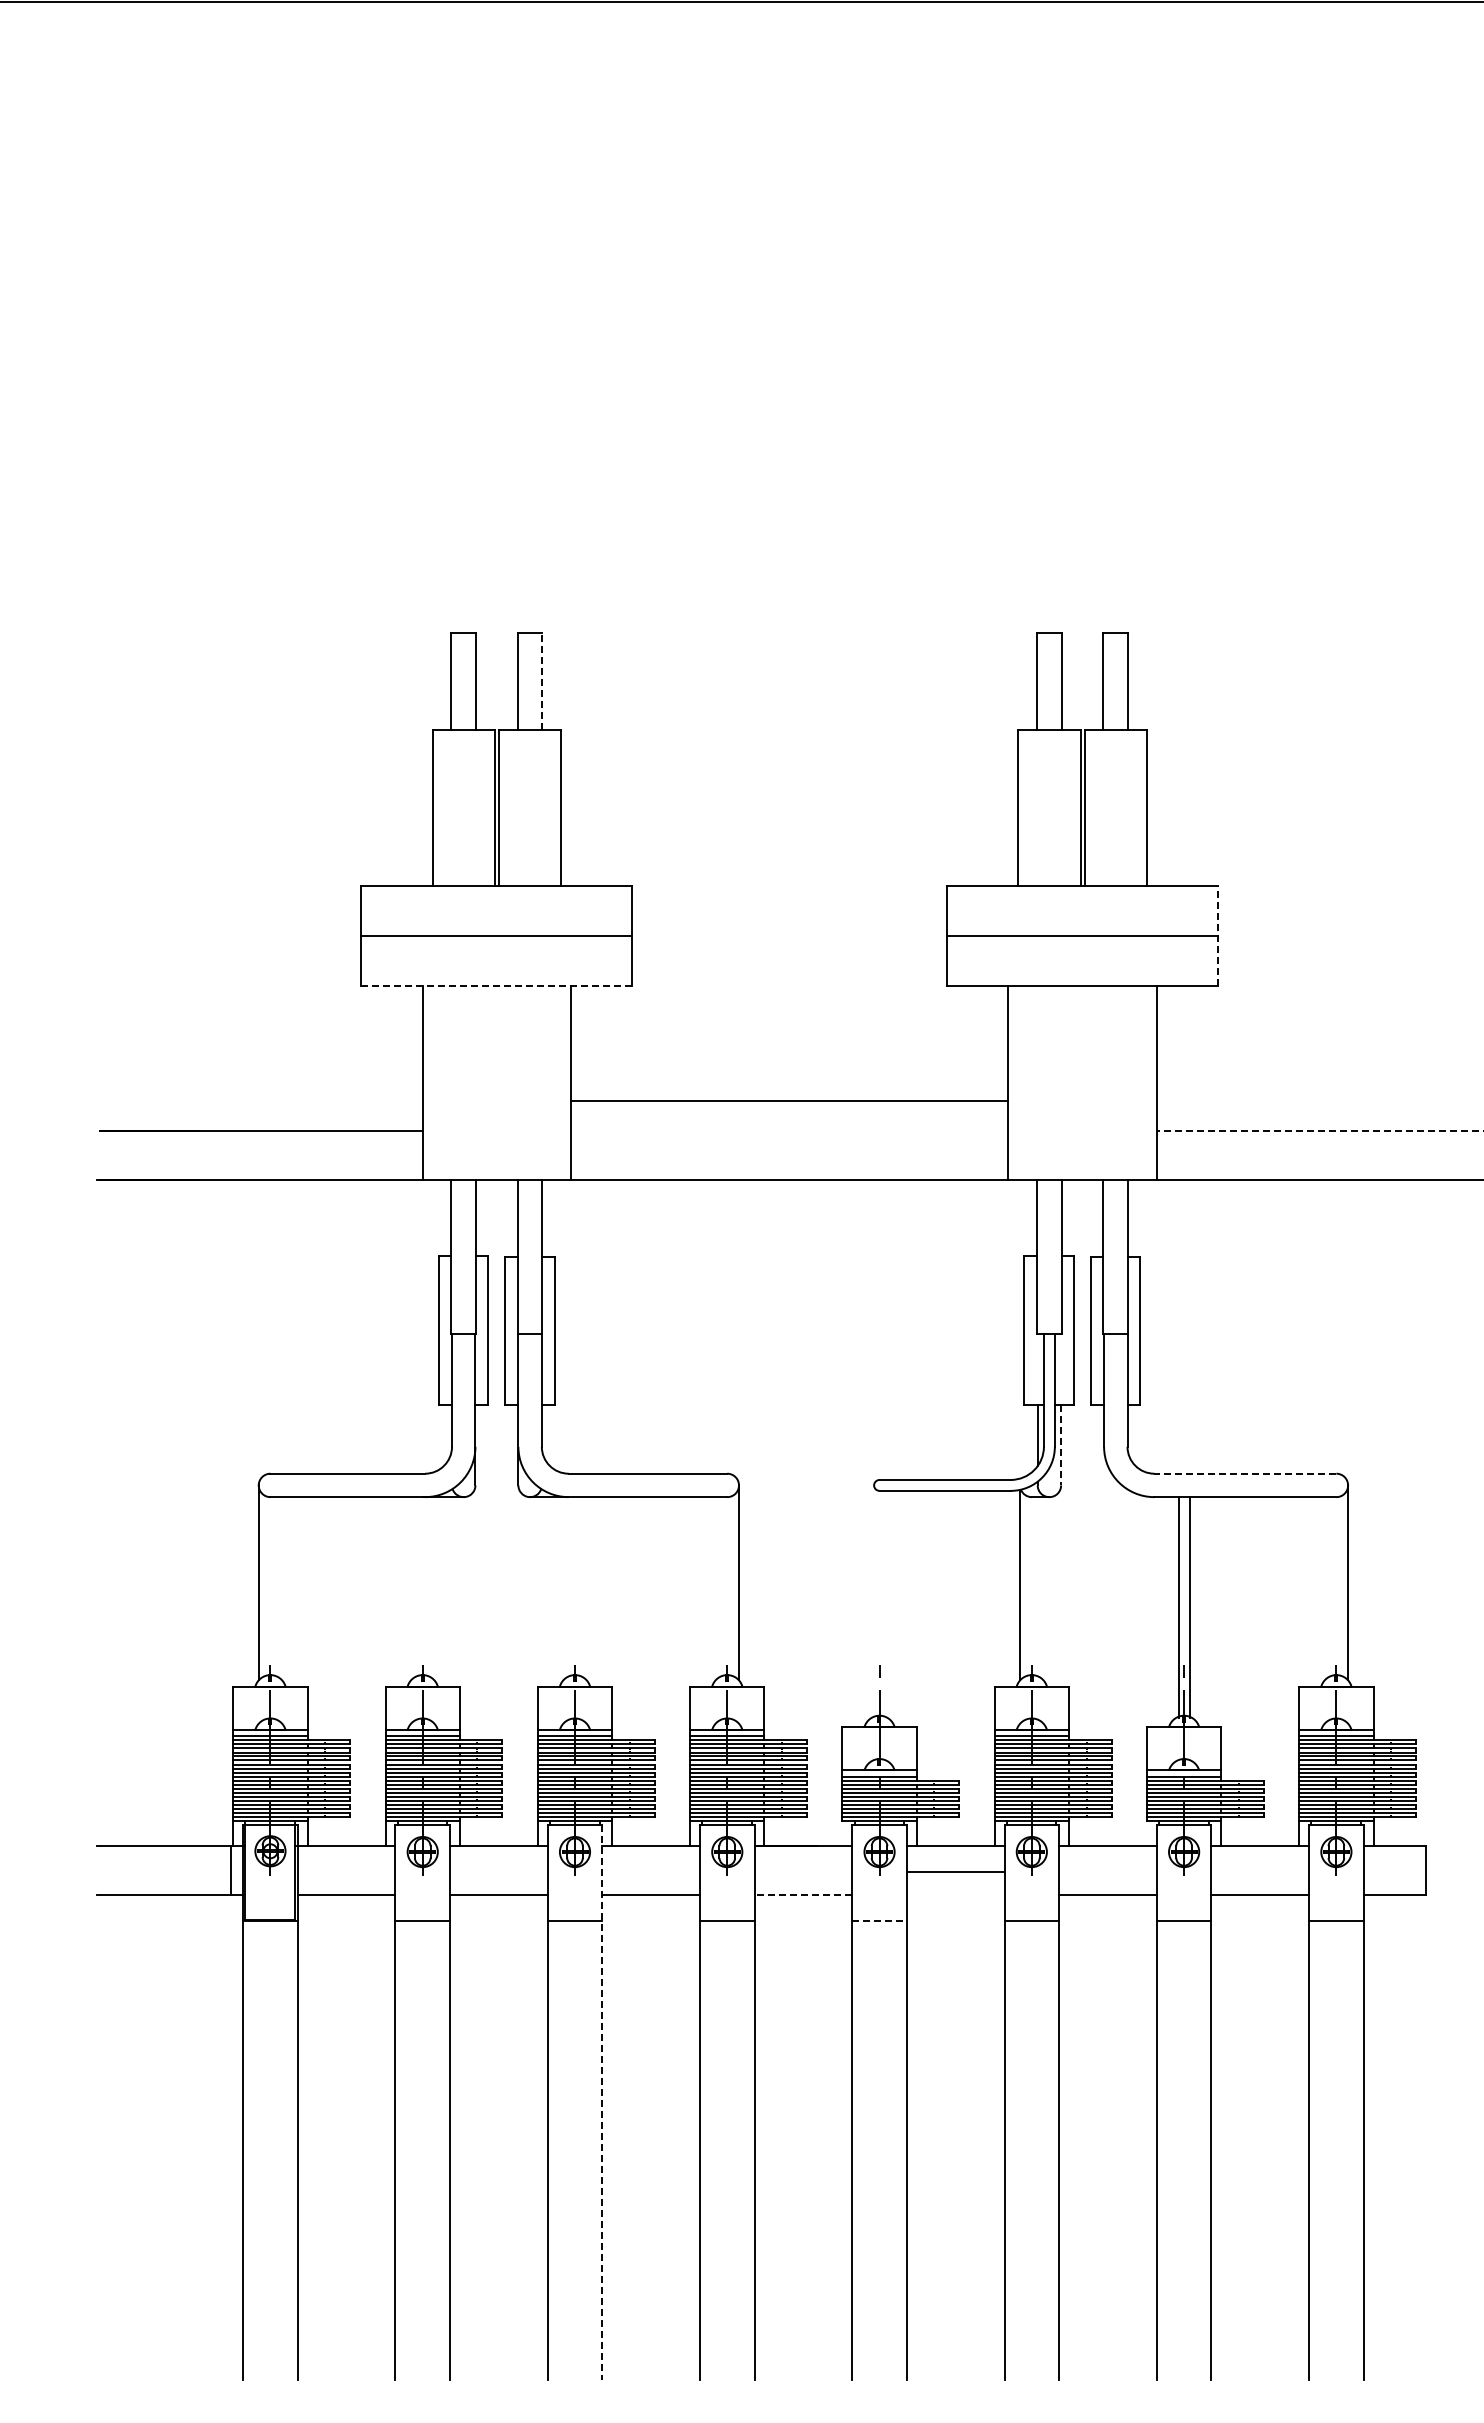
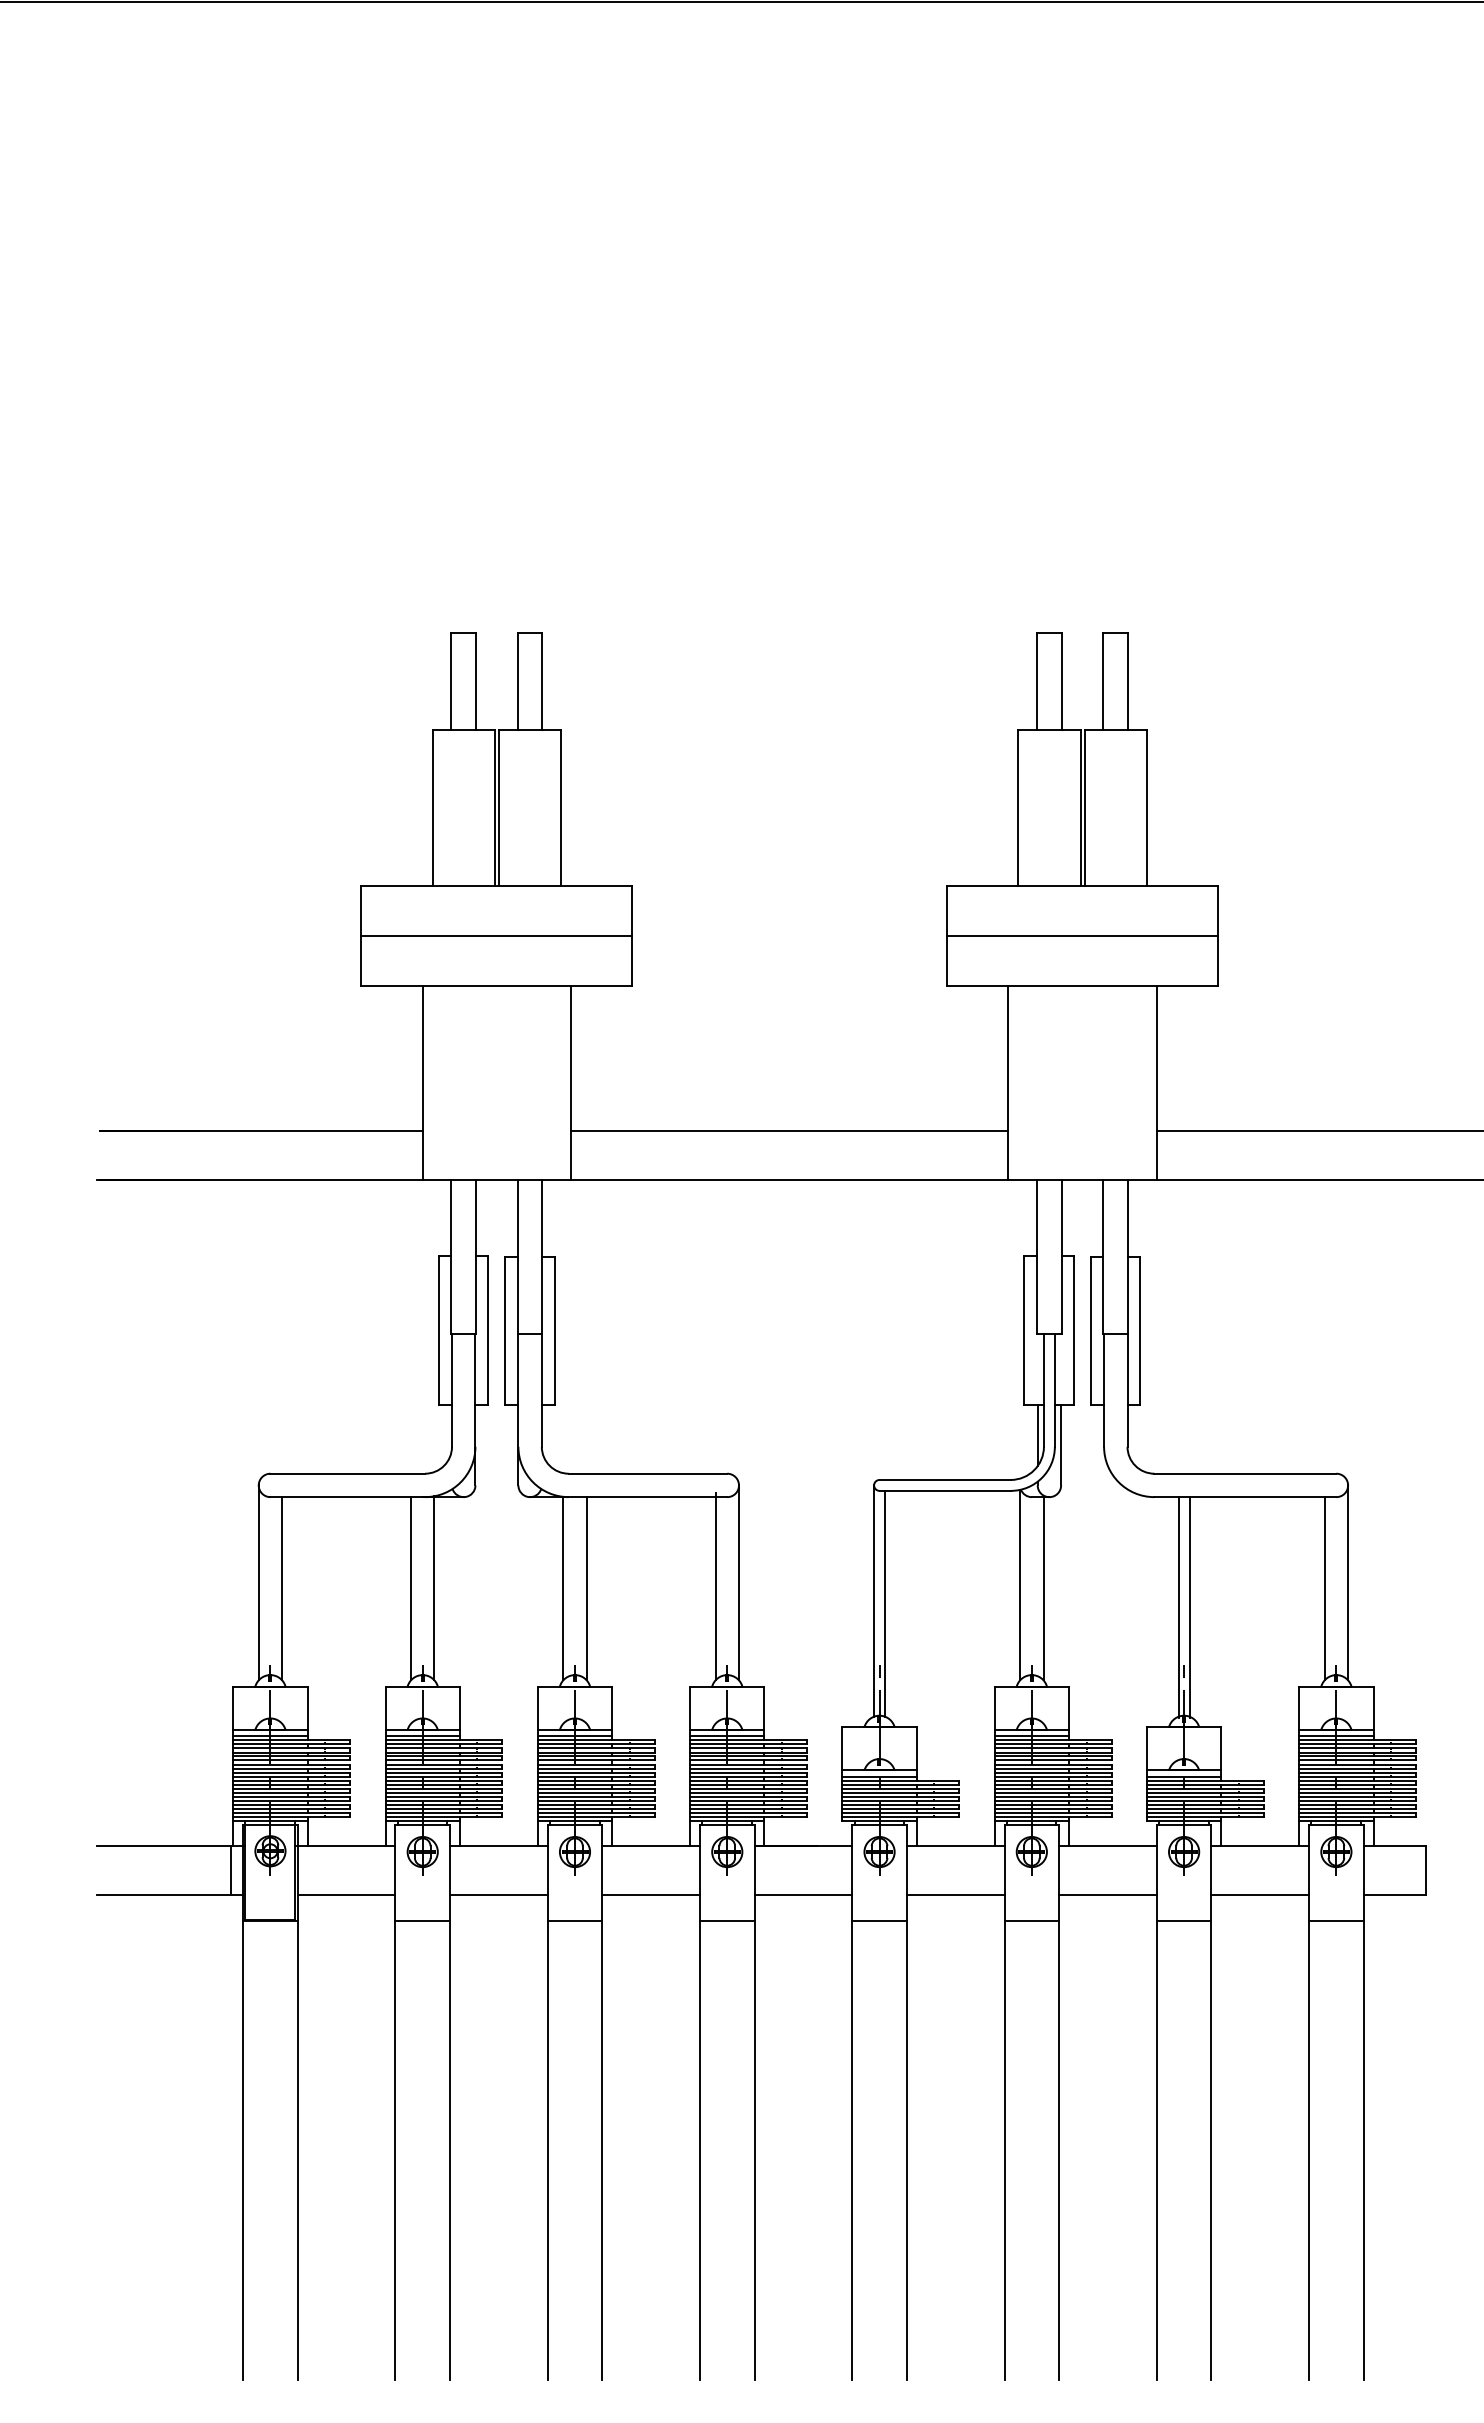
line at (542, 681): dashed -> solid
line at (1218, 936): dashed -> solid
line at (496, 985): dashed -> solid
line at (789, 1100) position: (789, 1100) -> (789, 1130)
line at (1319, 1130): dashed -> solid
line at (1061, 1445): dashed -> solid
line at (1245, 1473): dashed -> solid
line at (715, 1586): none -> present
line at (434, 1587): none -> present
line at (282, 1588): none -> present
line at (411, 1588): none -> present
line at (563, 1588): none -> present
line at (586, 1588): none -> present
line at (1043, 1588): none -> present
line at (1324, 1588): none -> present
line at (874, 1600): none -> present
line at (885, 1603): none -> present
line at (955, 1872) position: (955, 1872) -> (955, 1895)
line at (803, 1895): dashed -> solid
line at (880, 1921): dashed -> solid
line at (602, 2102): dashed -> solid
